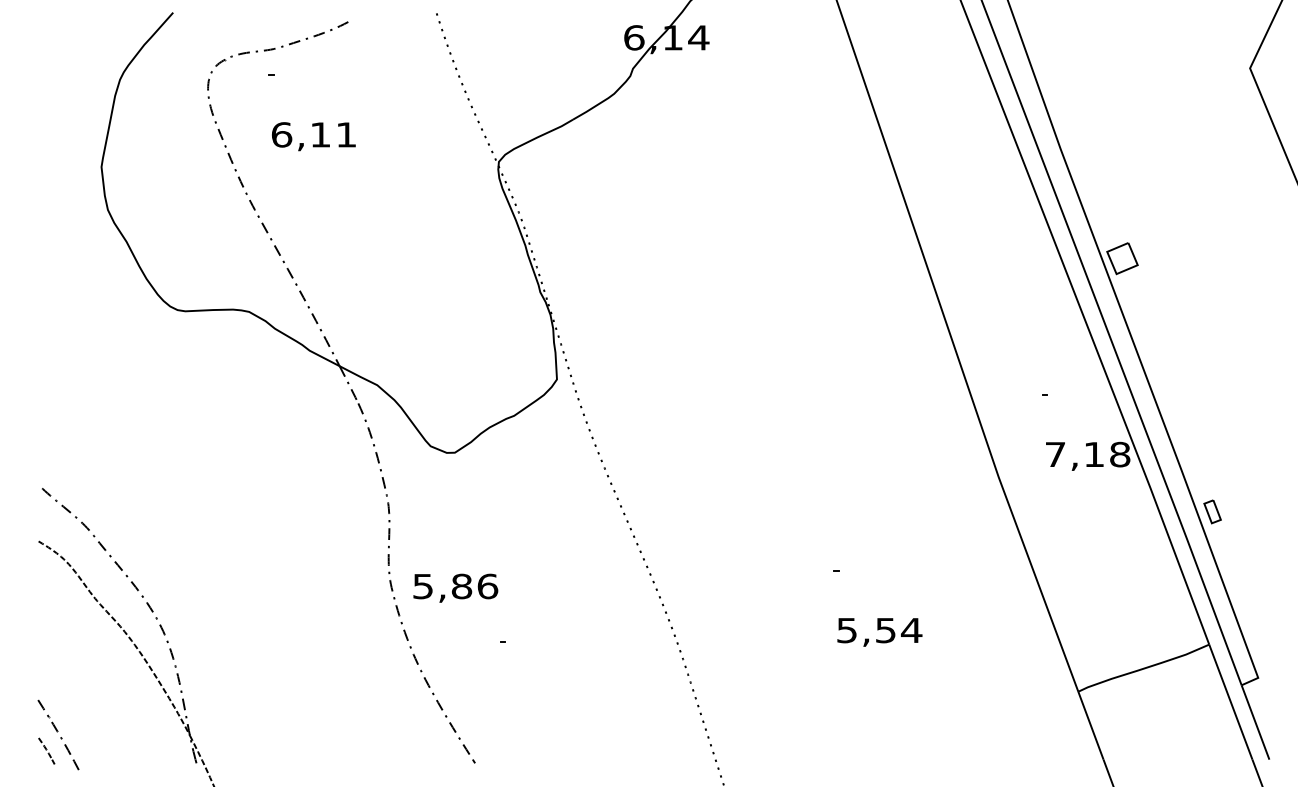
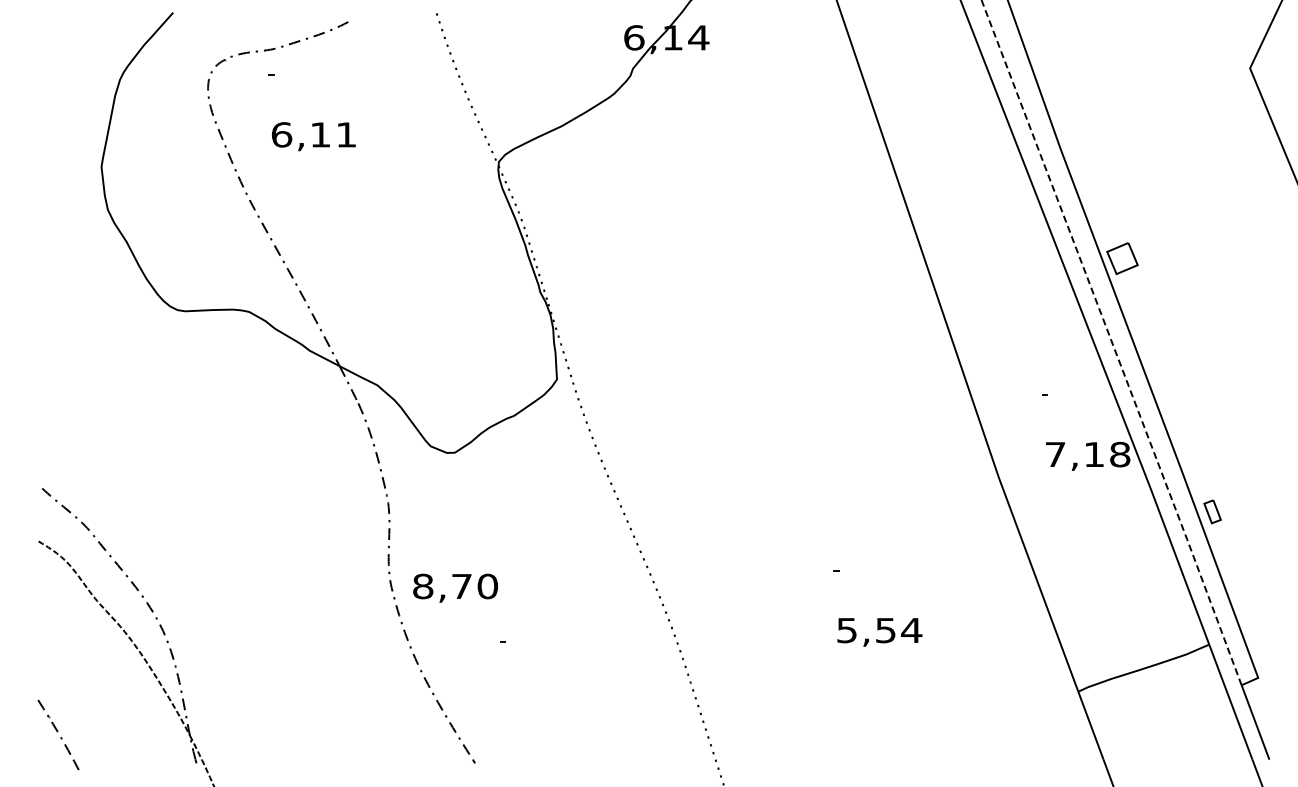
line at (1112, 343): solid -> dashed
text at (455, 586): 5,86 -> 8,70
part at (46, 750): present -> none
